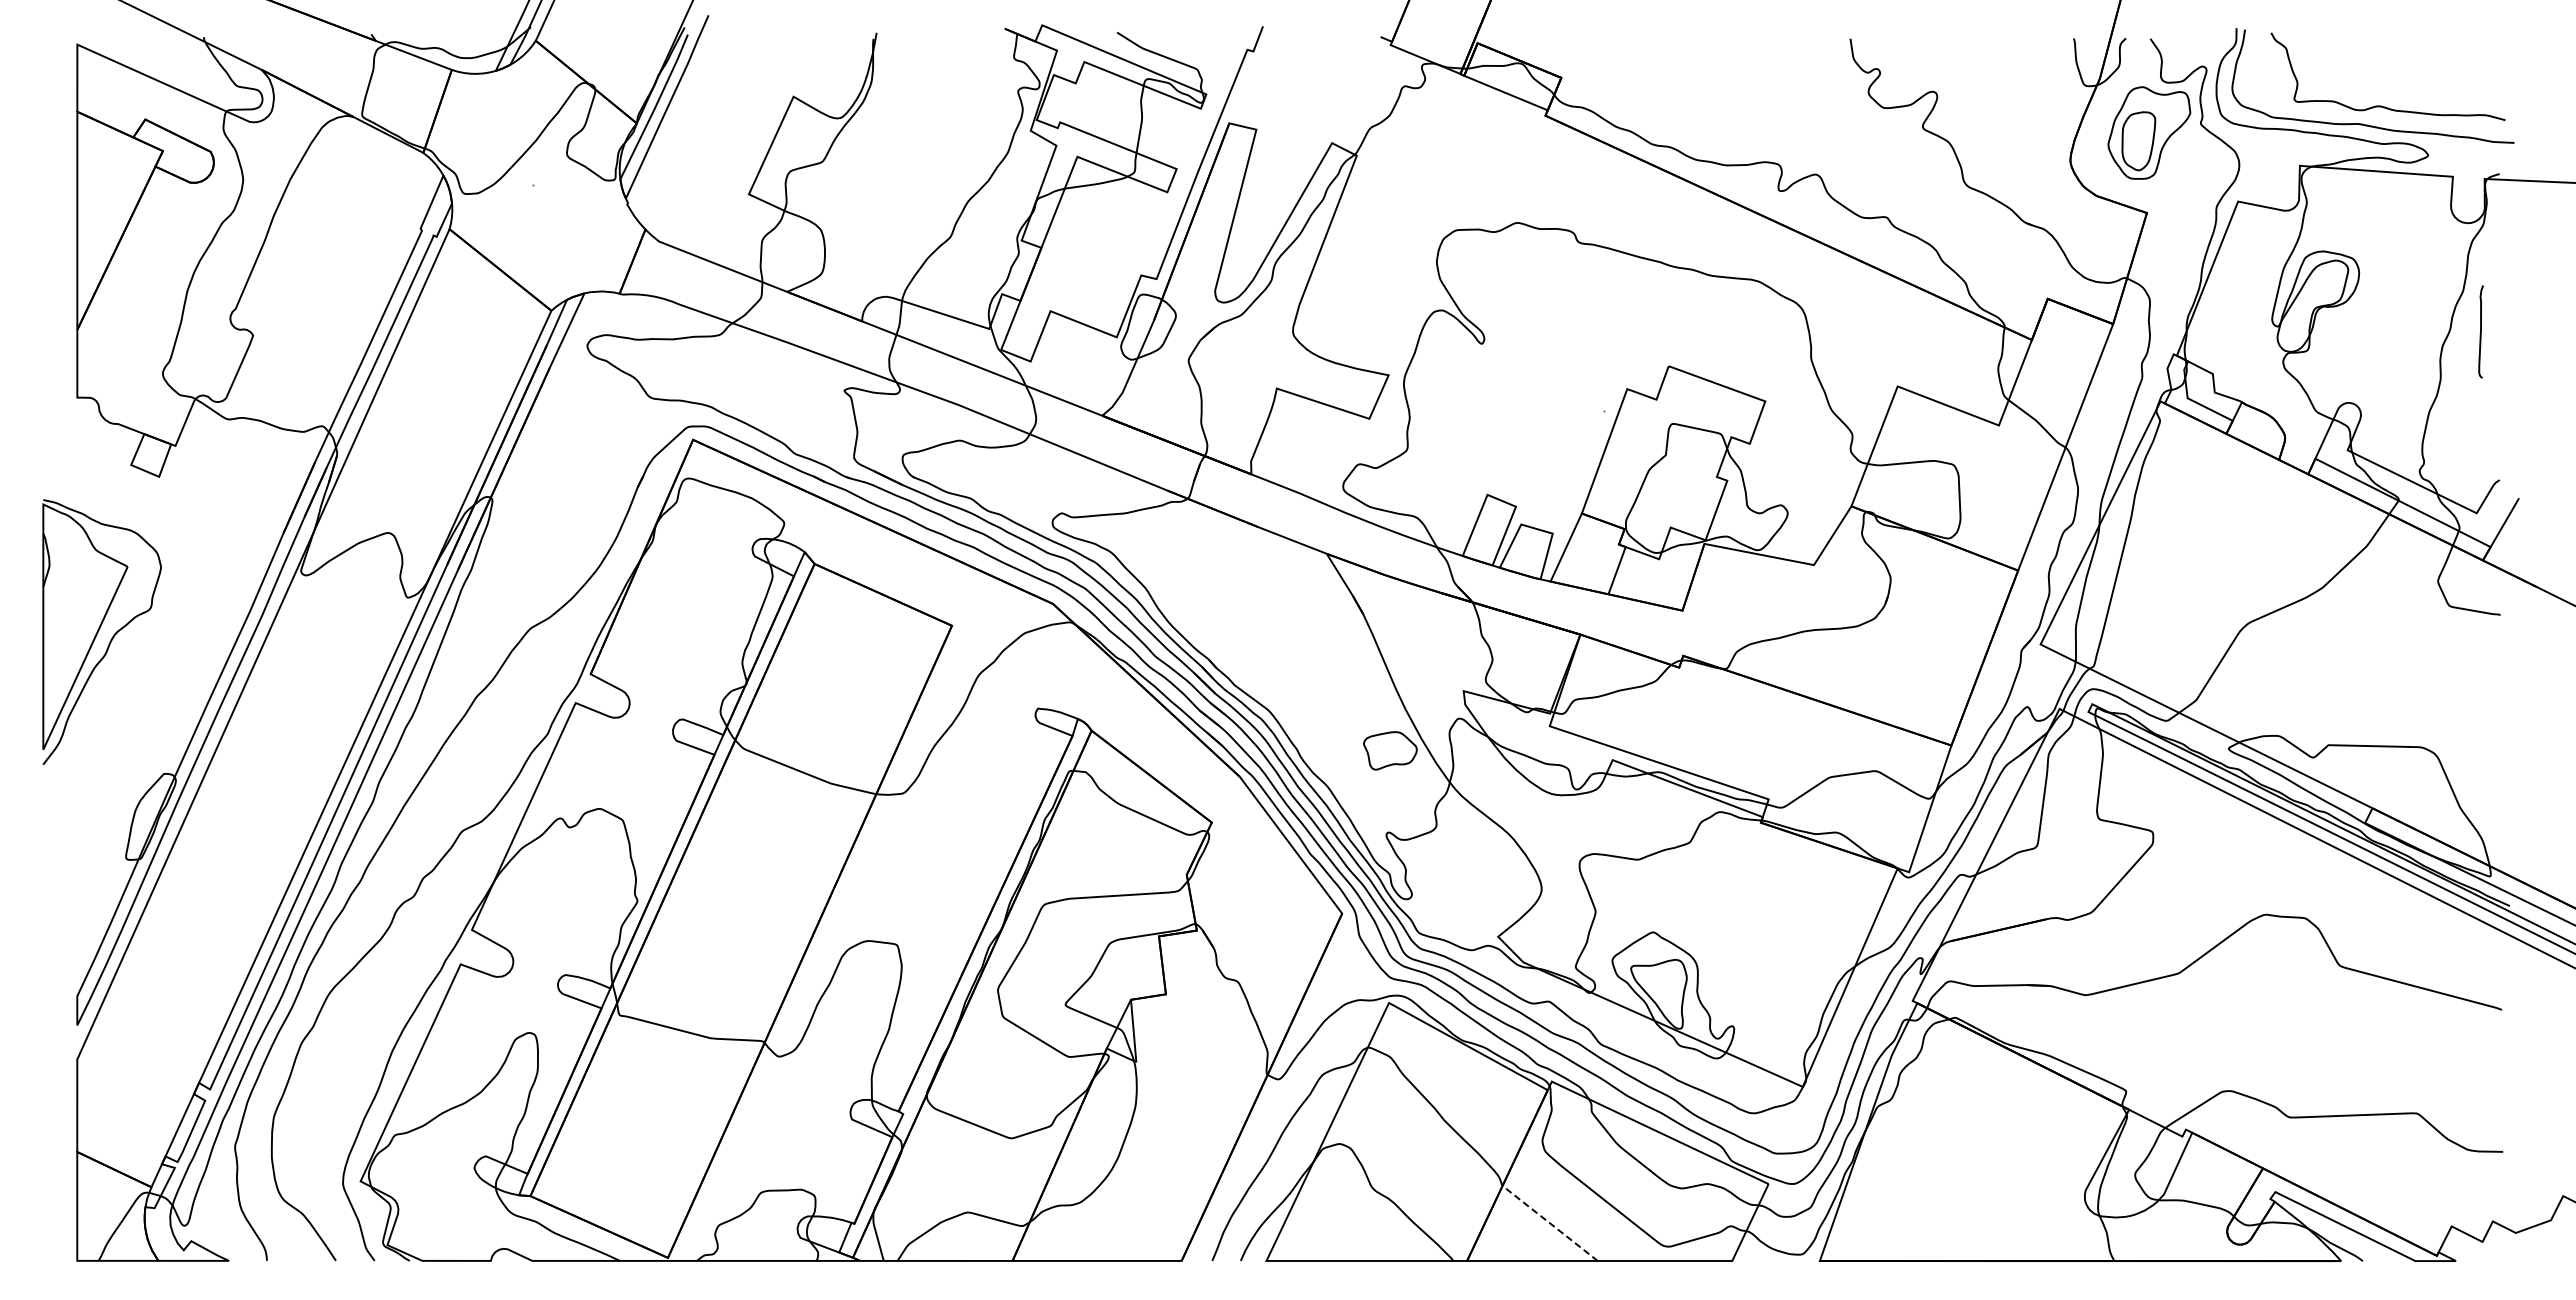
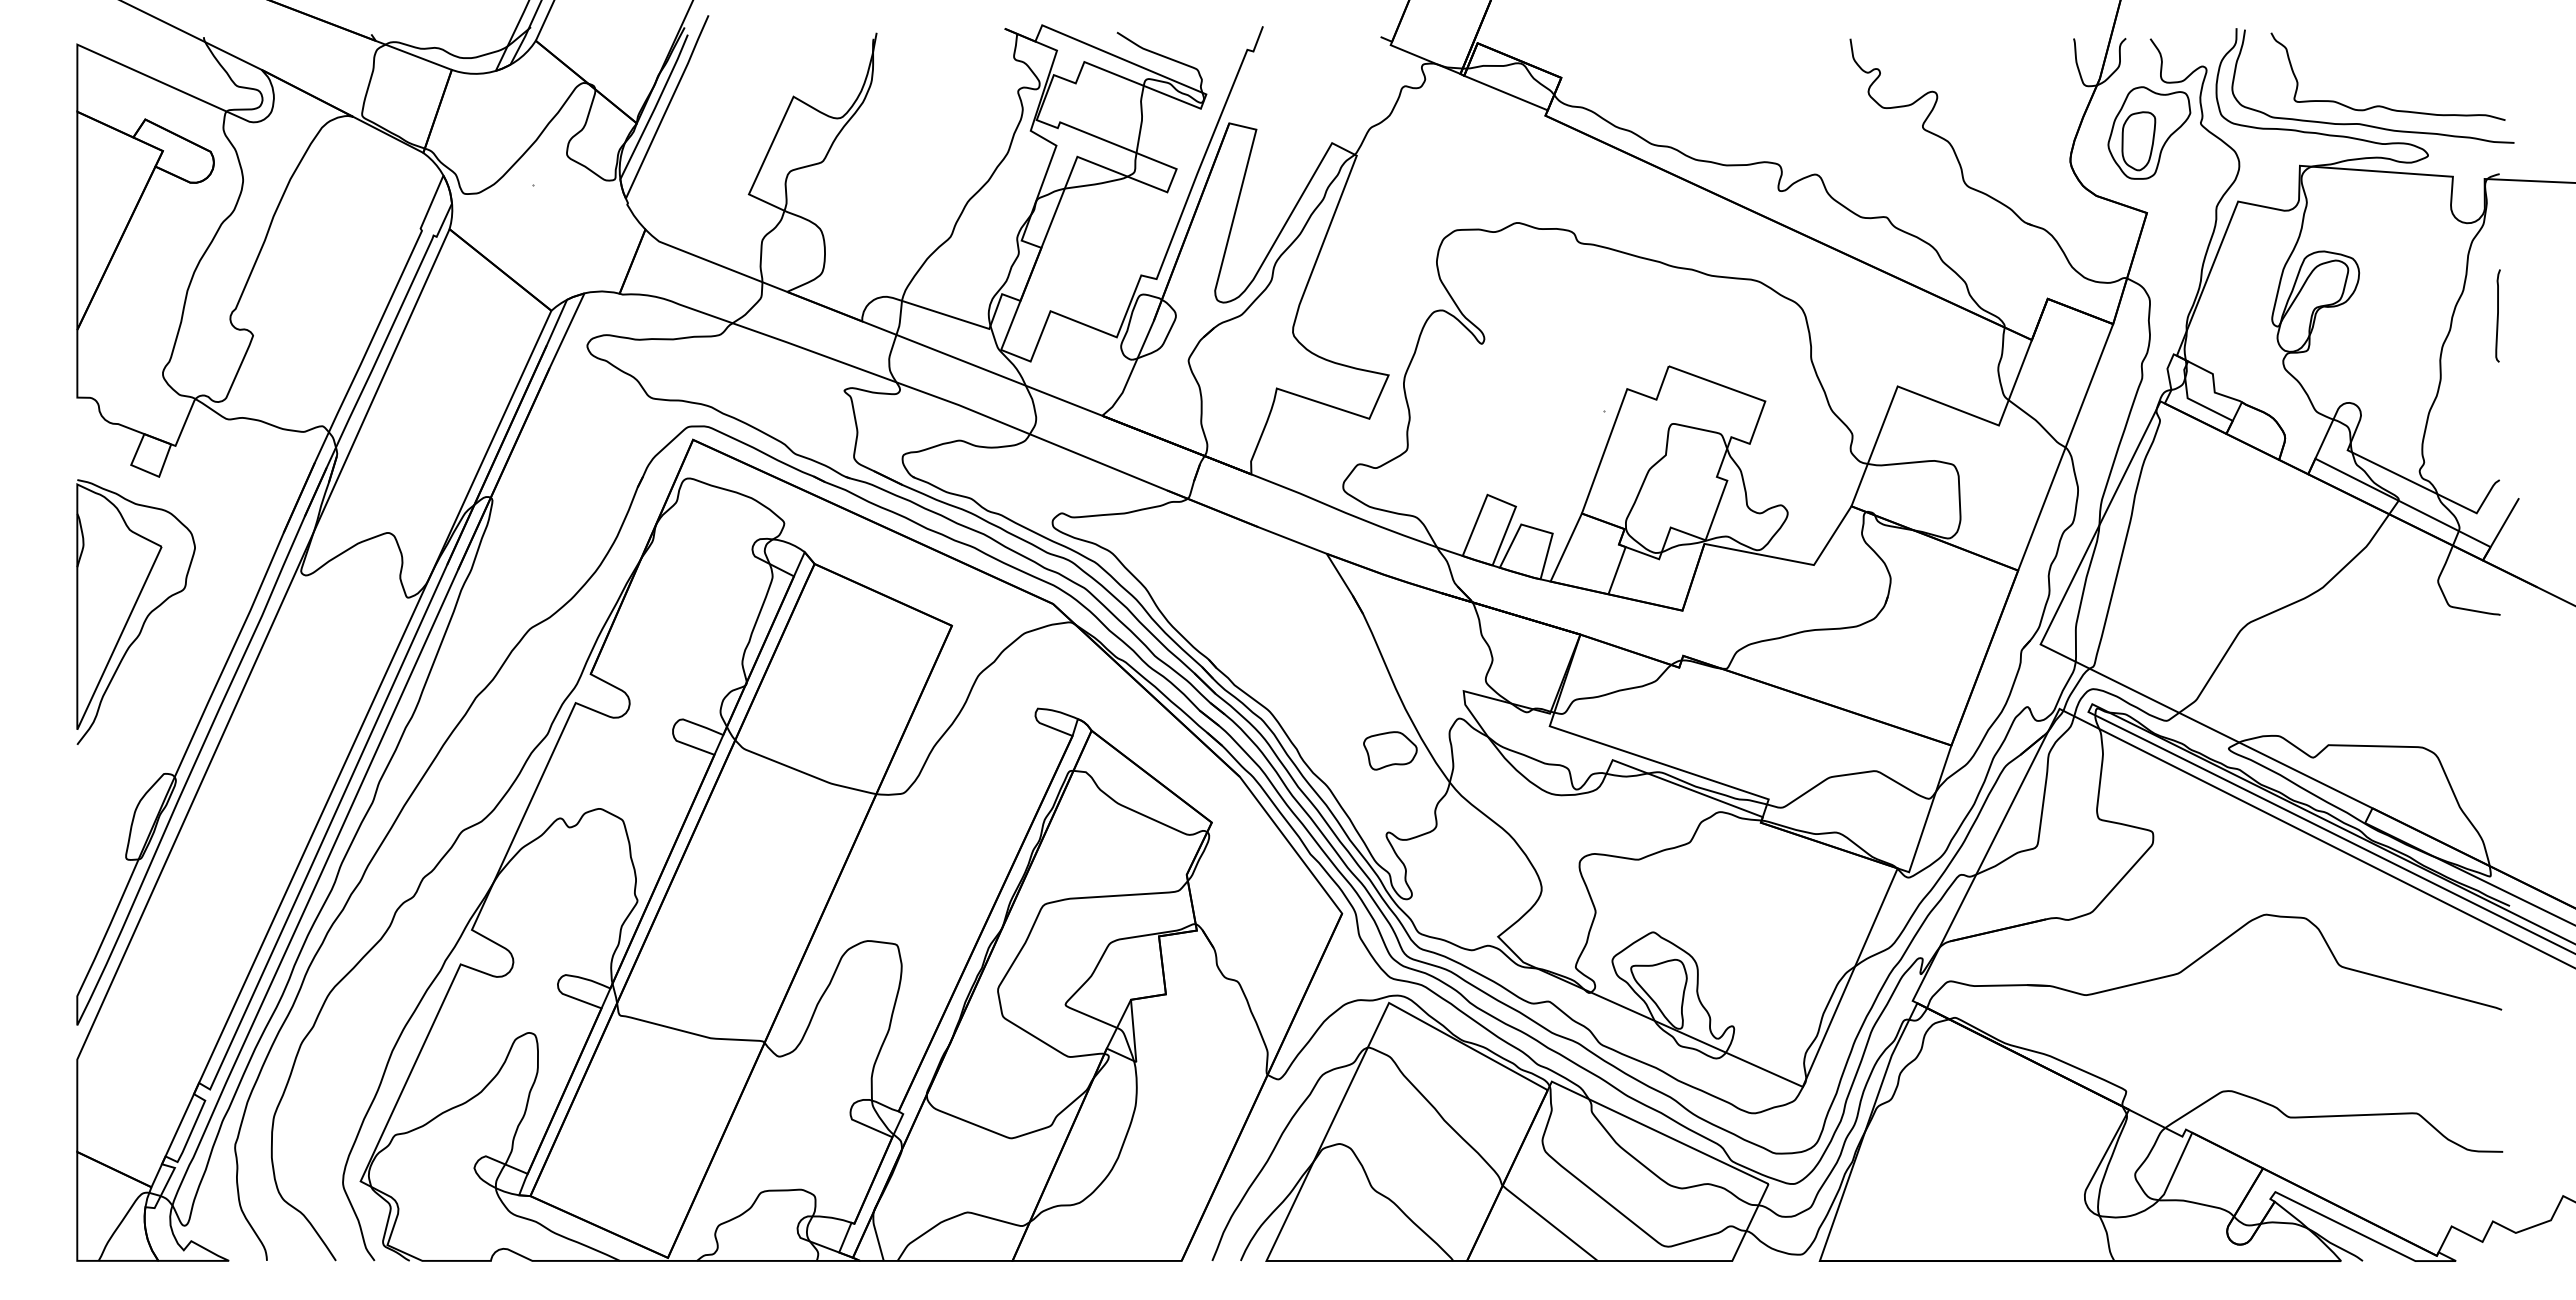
curve at (2480, 331) position: (2480, 331) -> (2497, 315)
part at (101, 631) position: (101, 631) -> (135, 611)
line at (1549, 1222): dashed -> solid
